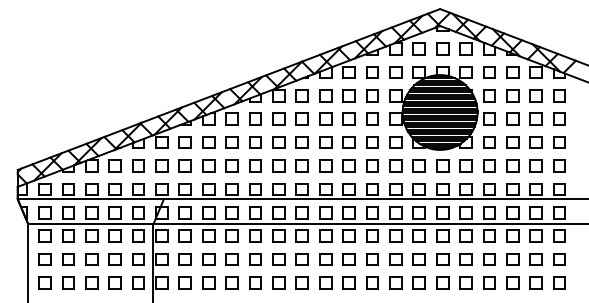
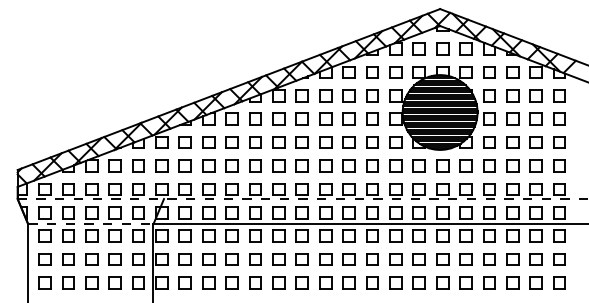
line at (303, 199): solid -> dashed
line at (90, 224): solid -> dashed
